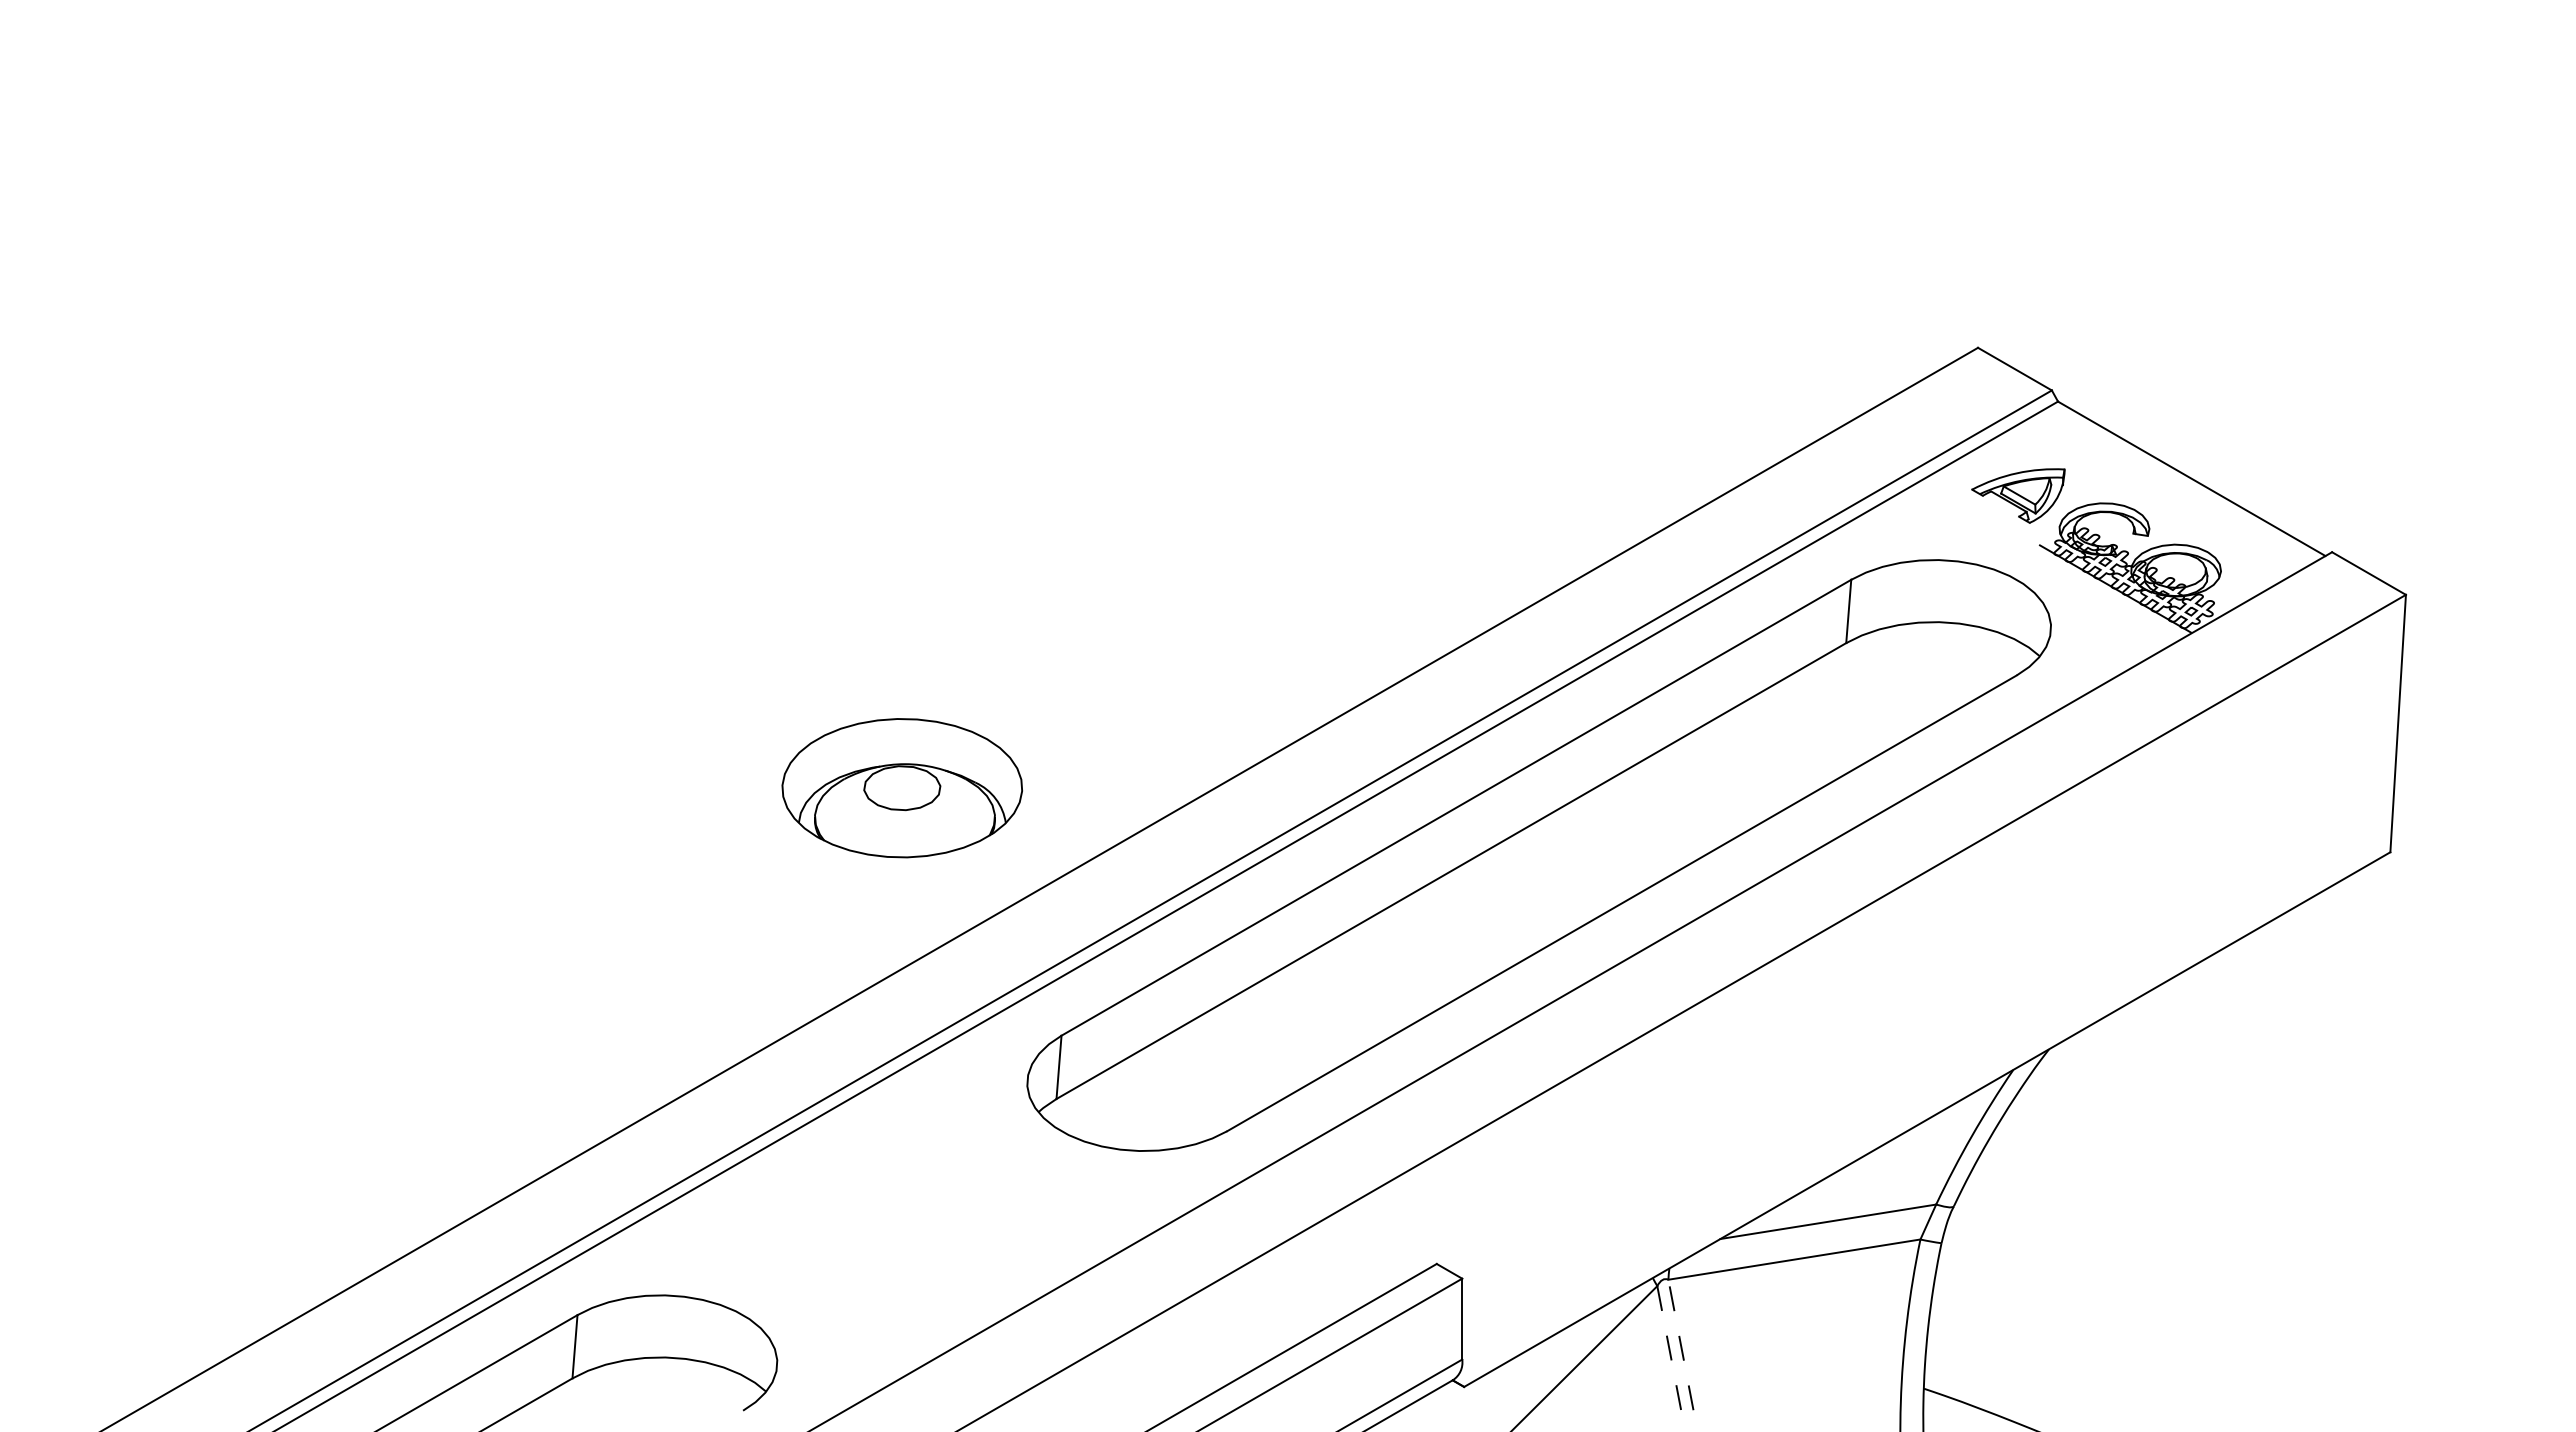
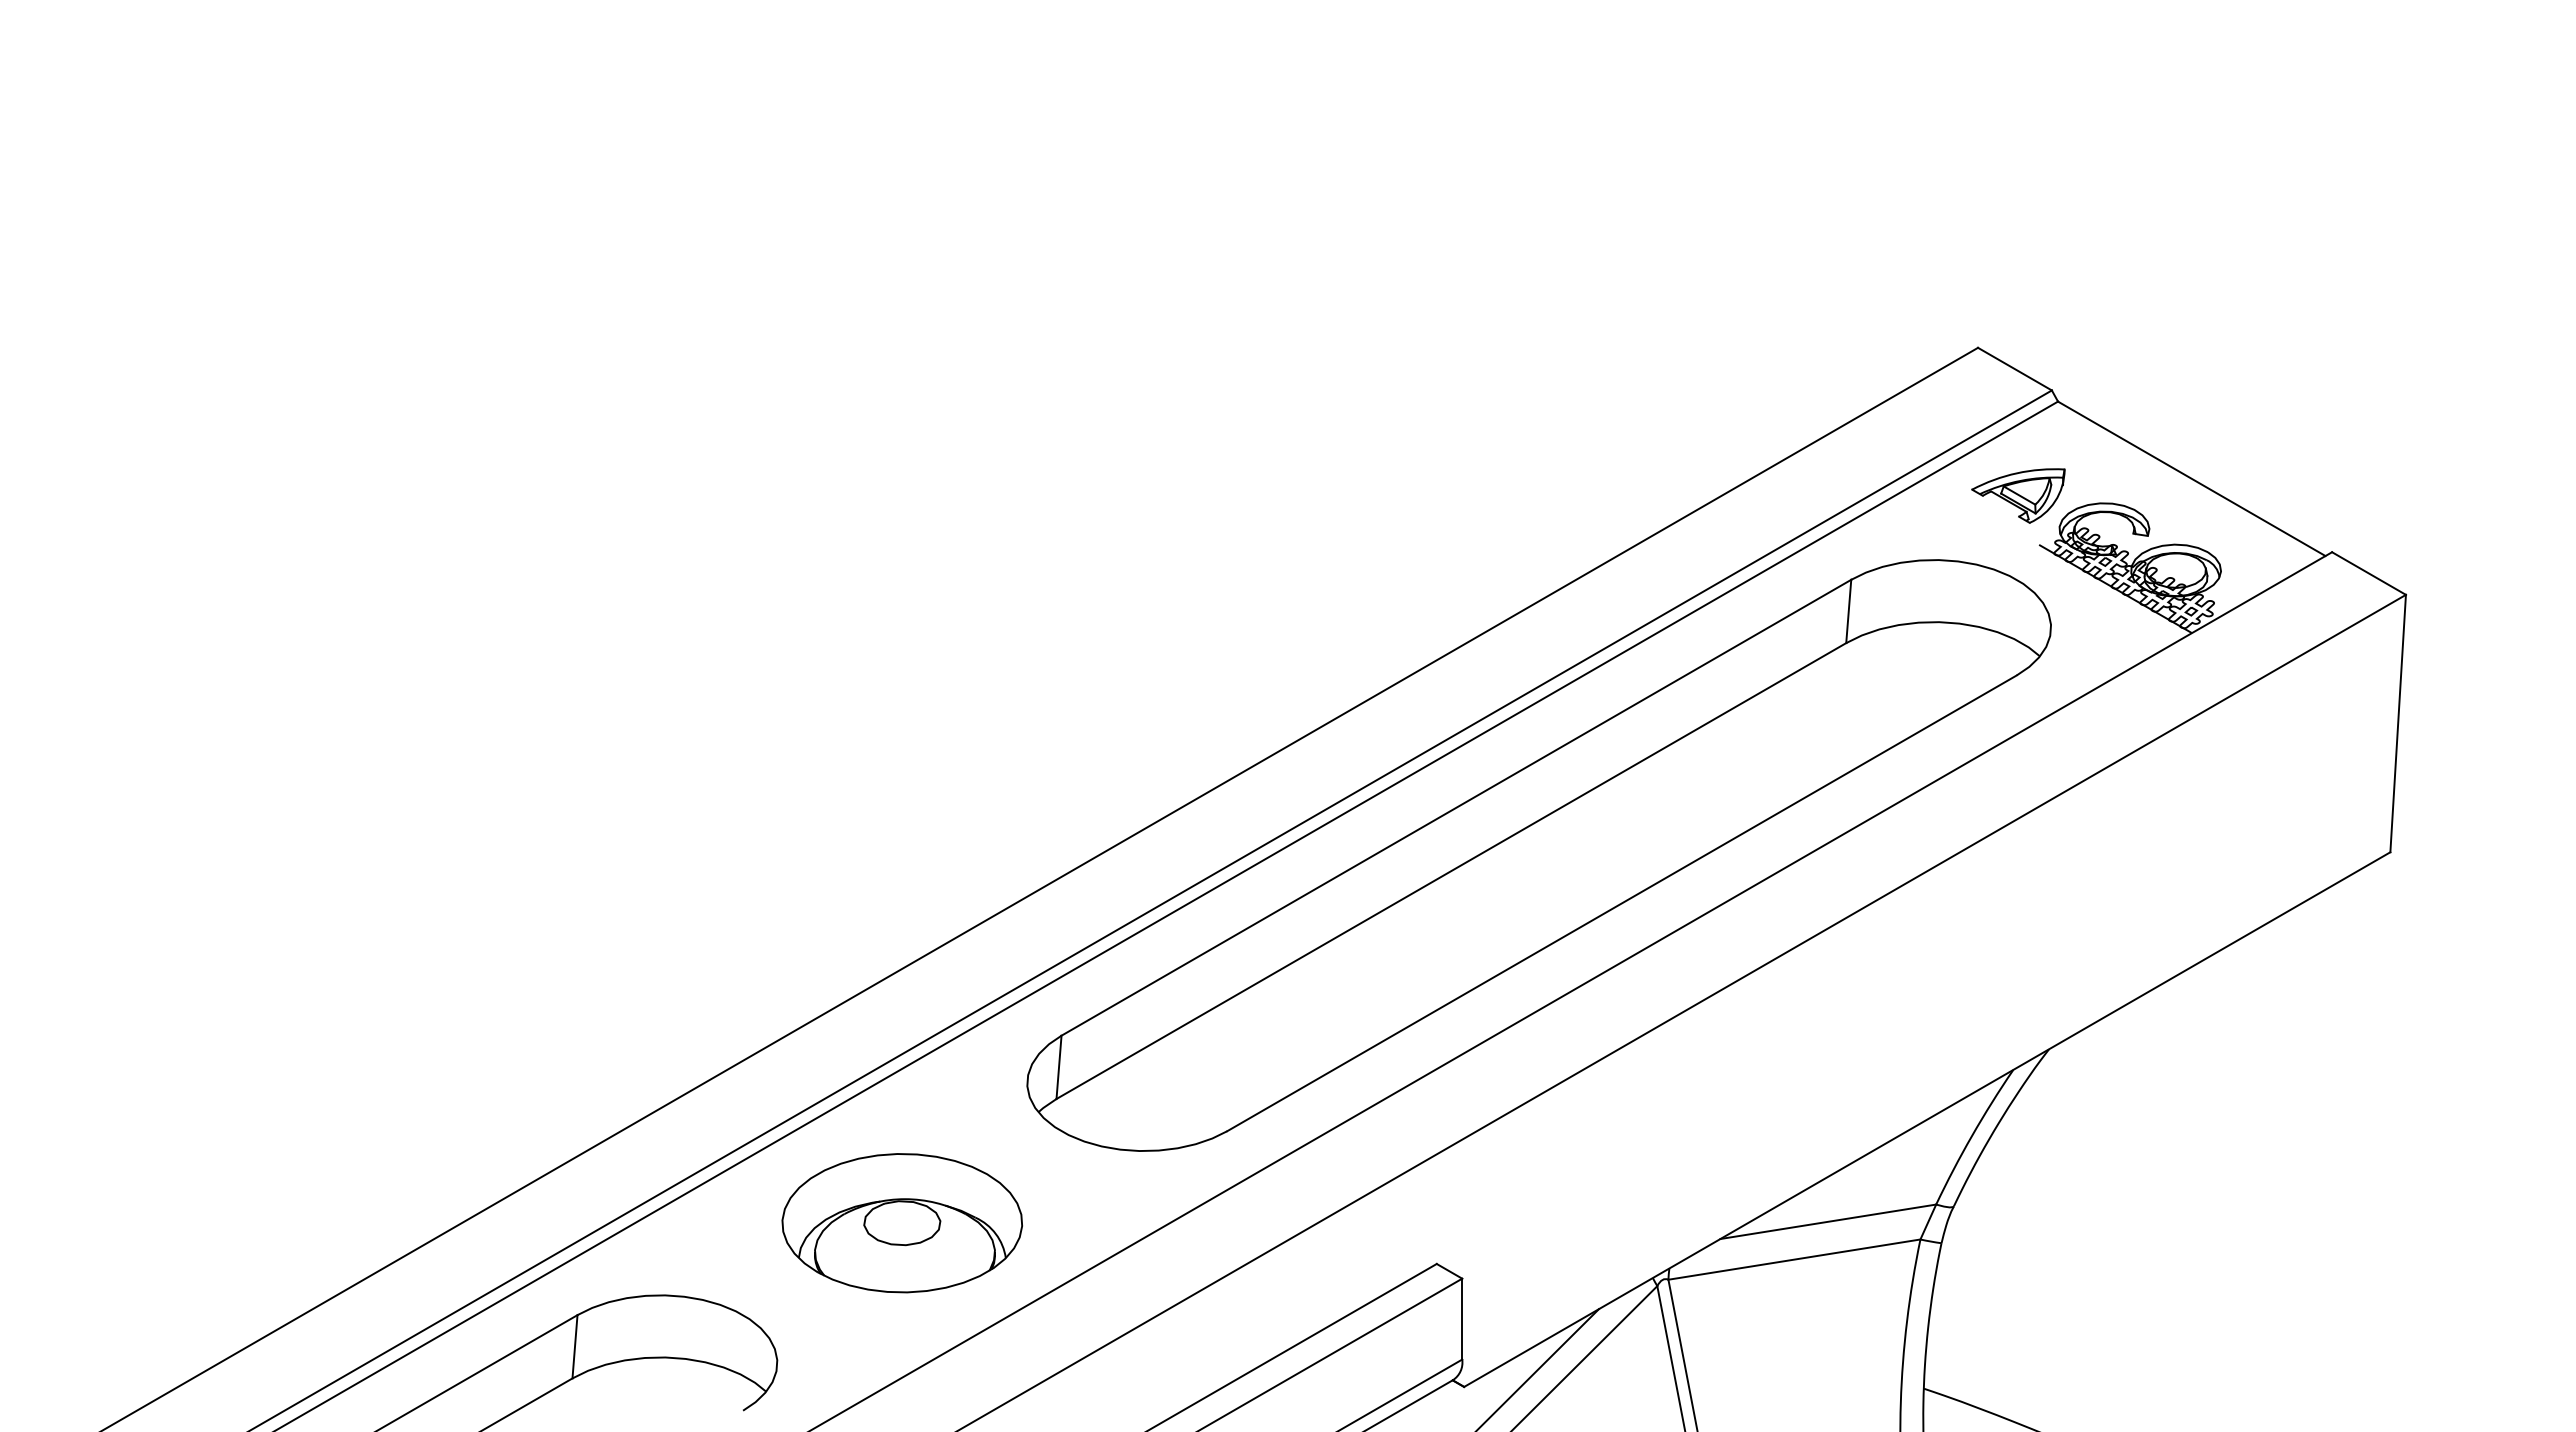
part at (901, 788) position: (901, 788) -> (901, 1223)
line at (1682, 1355): dashed -> solid
line at (1671, 1358): dashed -> solid
line at (1538, 1368): none -> present
